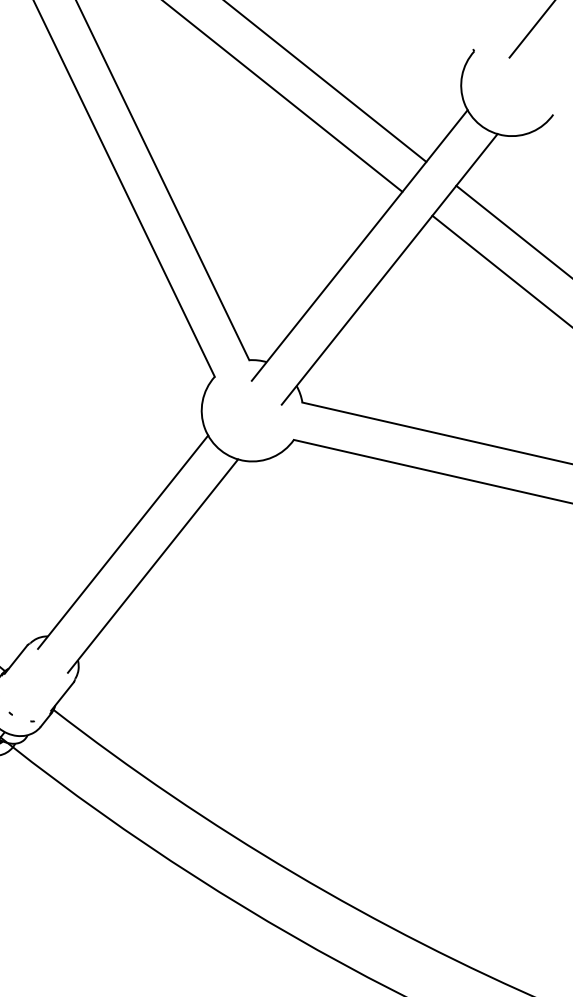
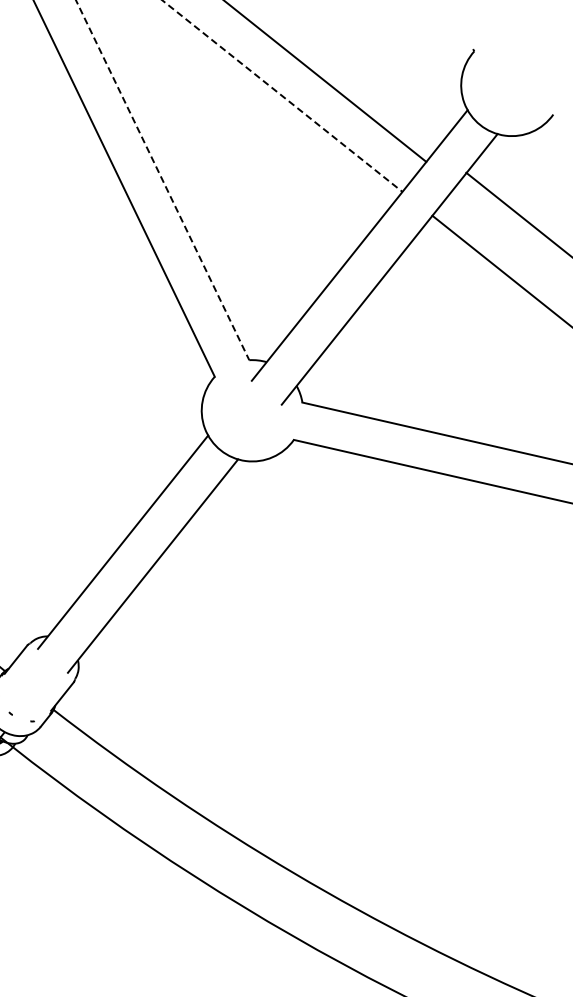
line at (531, 29): present -> none
line at (282, 96): solid -> dashed
line at (162, 180): solid -> dashed
line at (512, 230) position: (512, 230) -> (517, 213)
